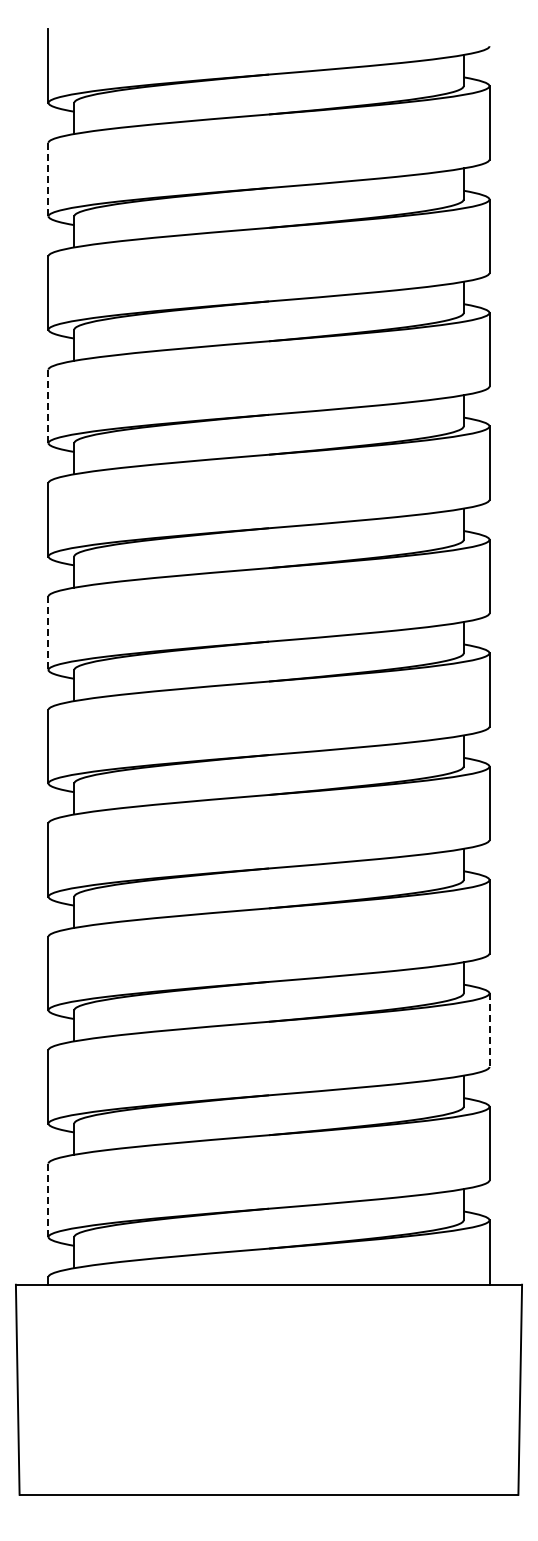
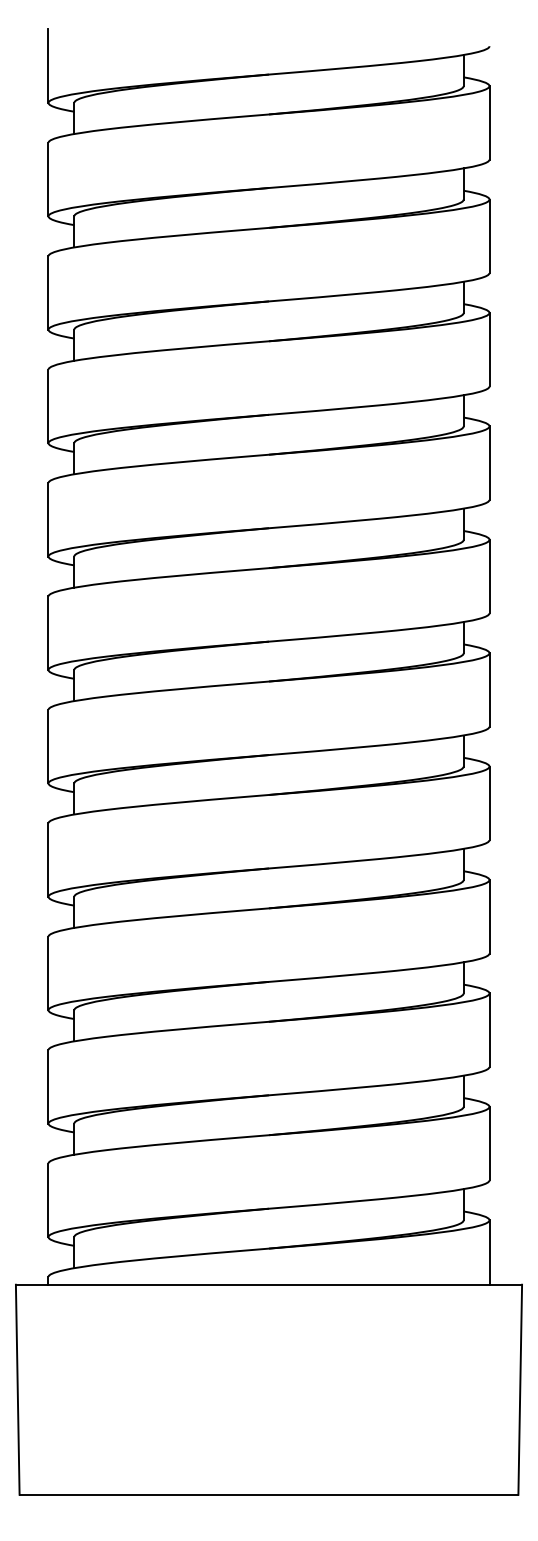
line at (48, 179): dashed -> solid
line at (48, 406): dashed -> solid
line at (48, 633): dashed -> solid
line at (489, 1030): dashed -> solid
line at (48, 1200): dashed -> solid
